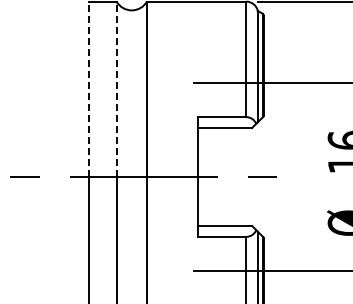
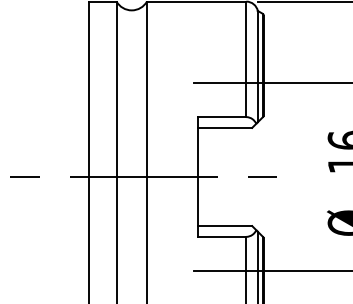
line at (88, 89): dashed -> solid
line at (116, 89): dashed -> solid
